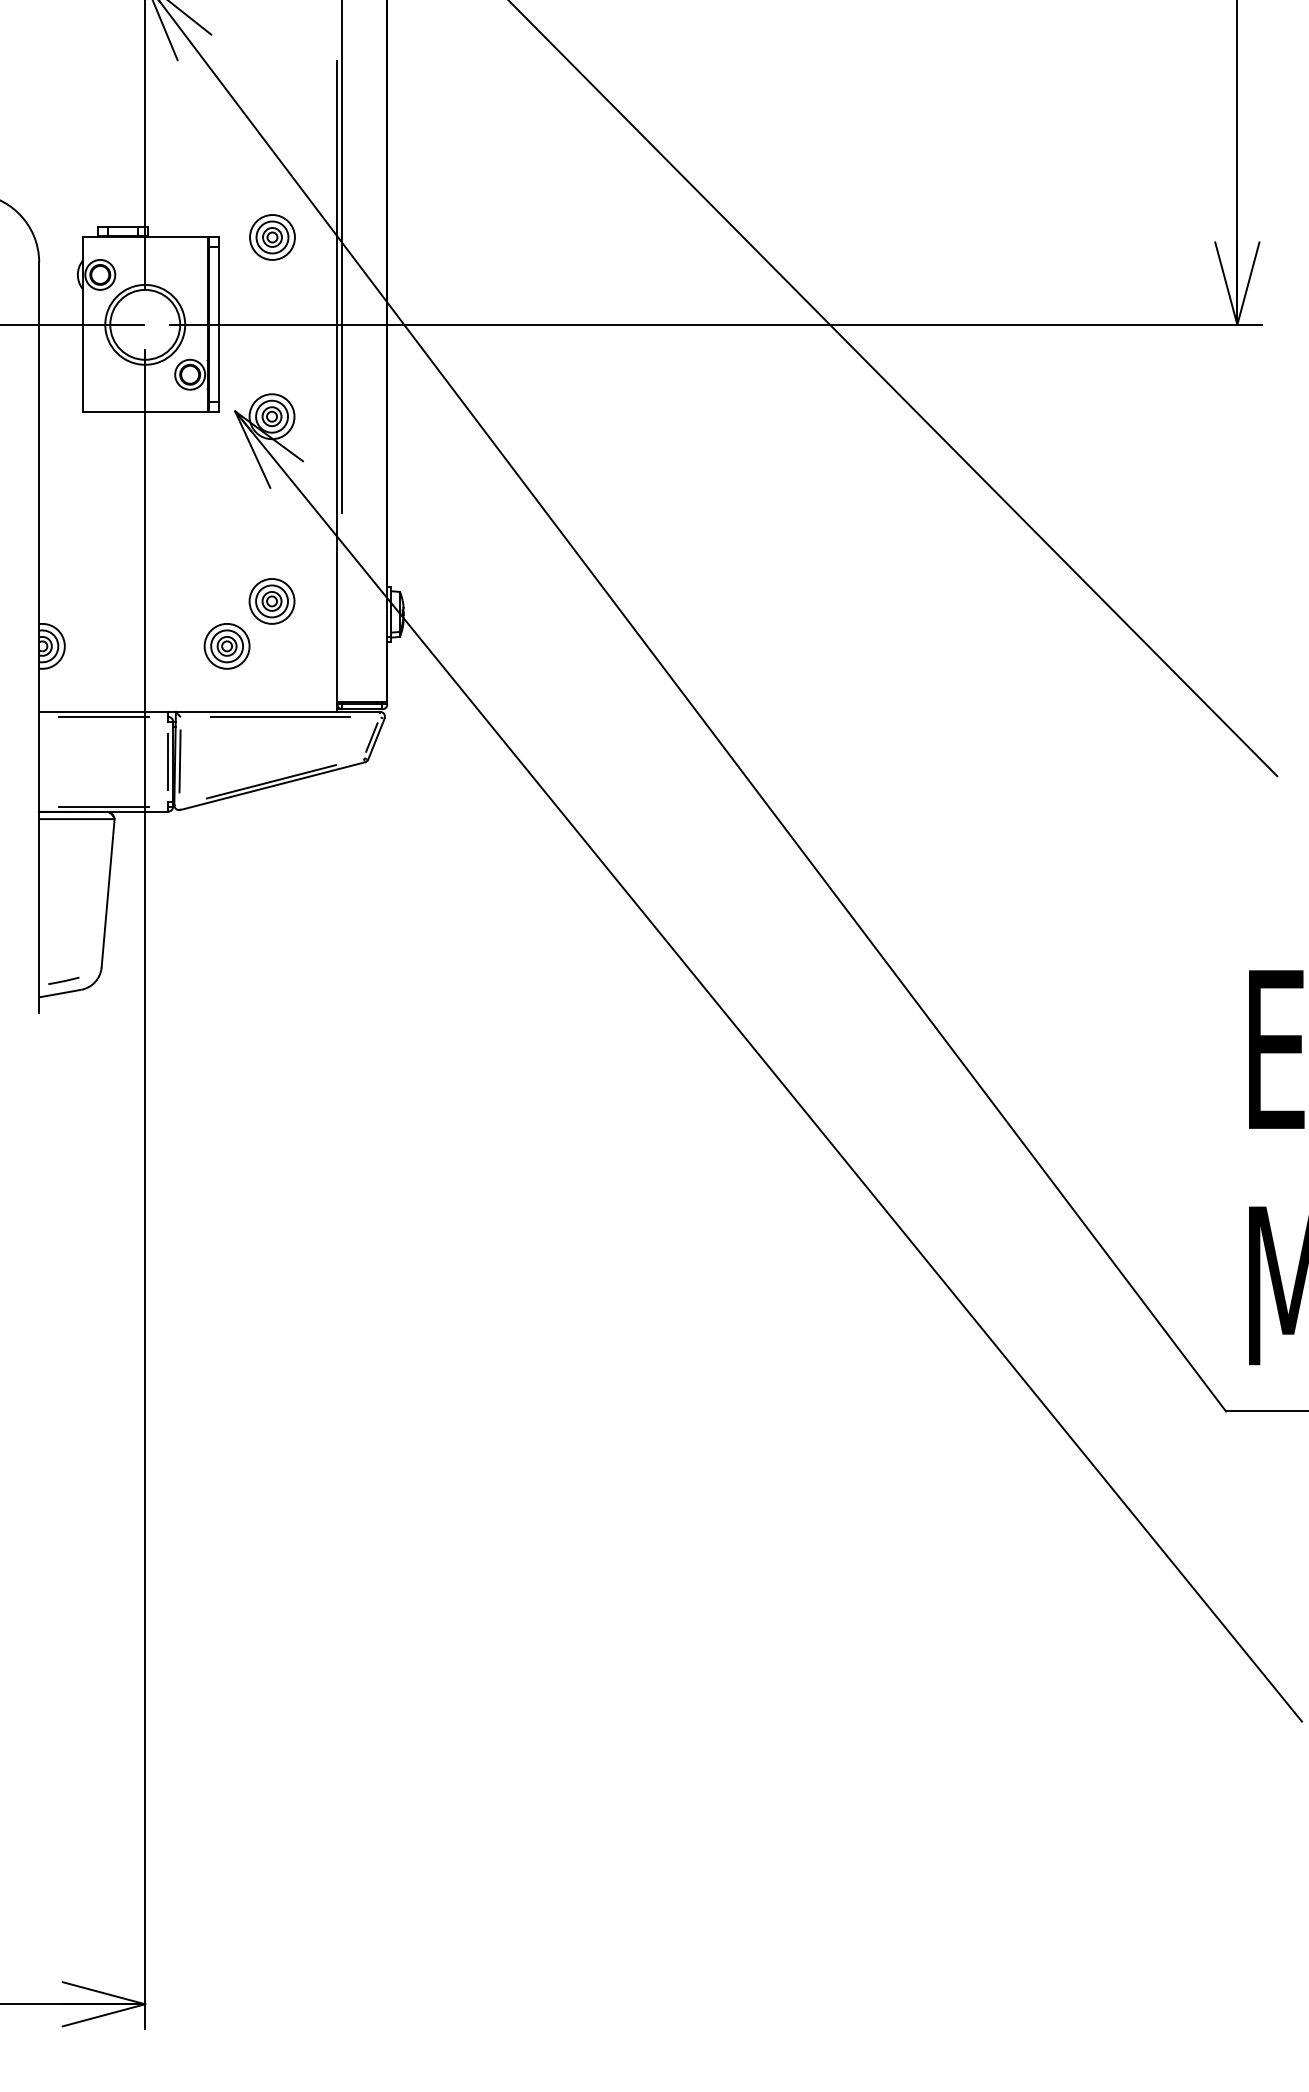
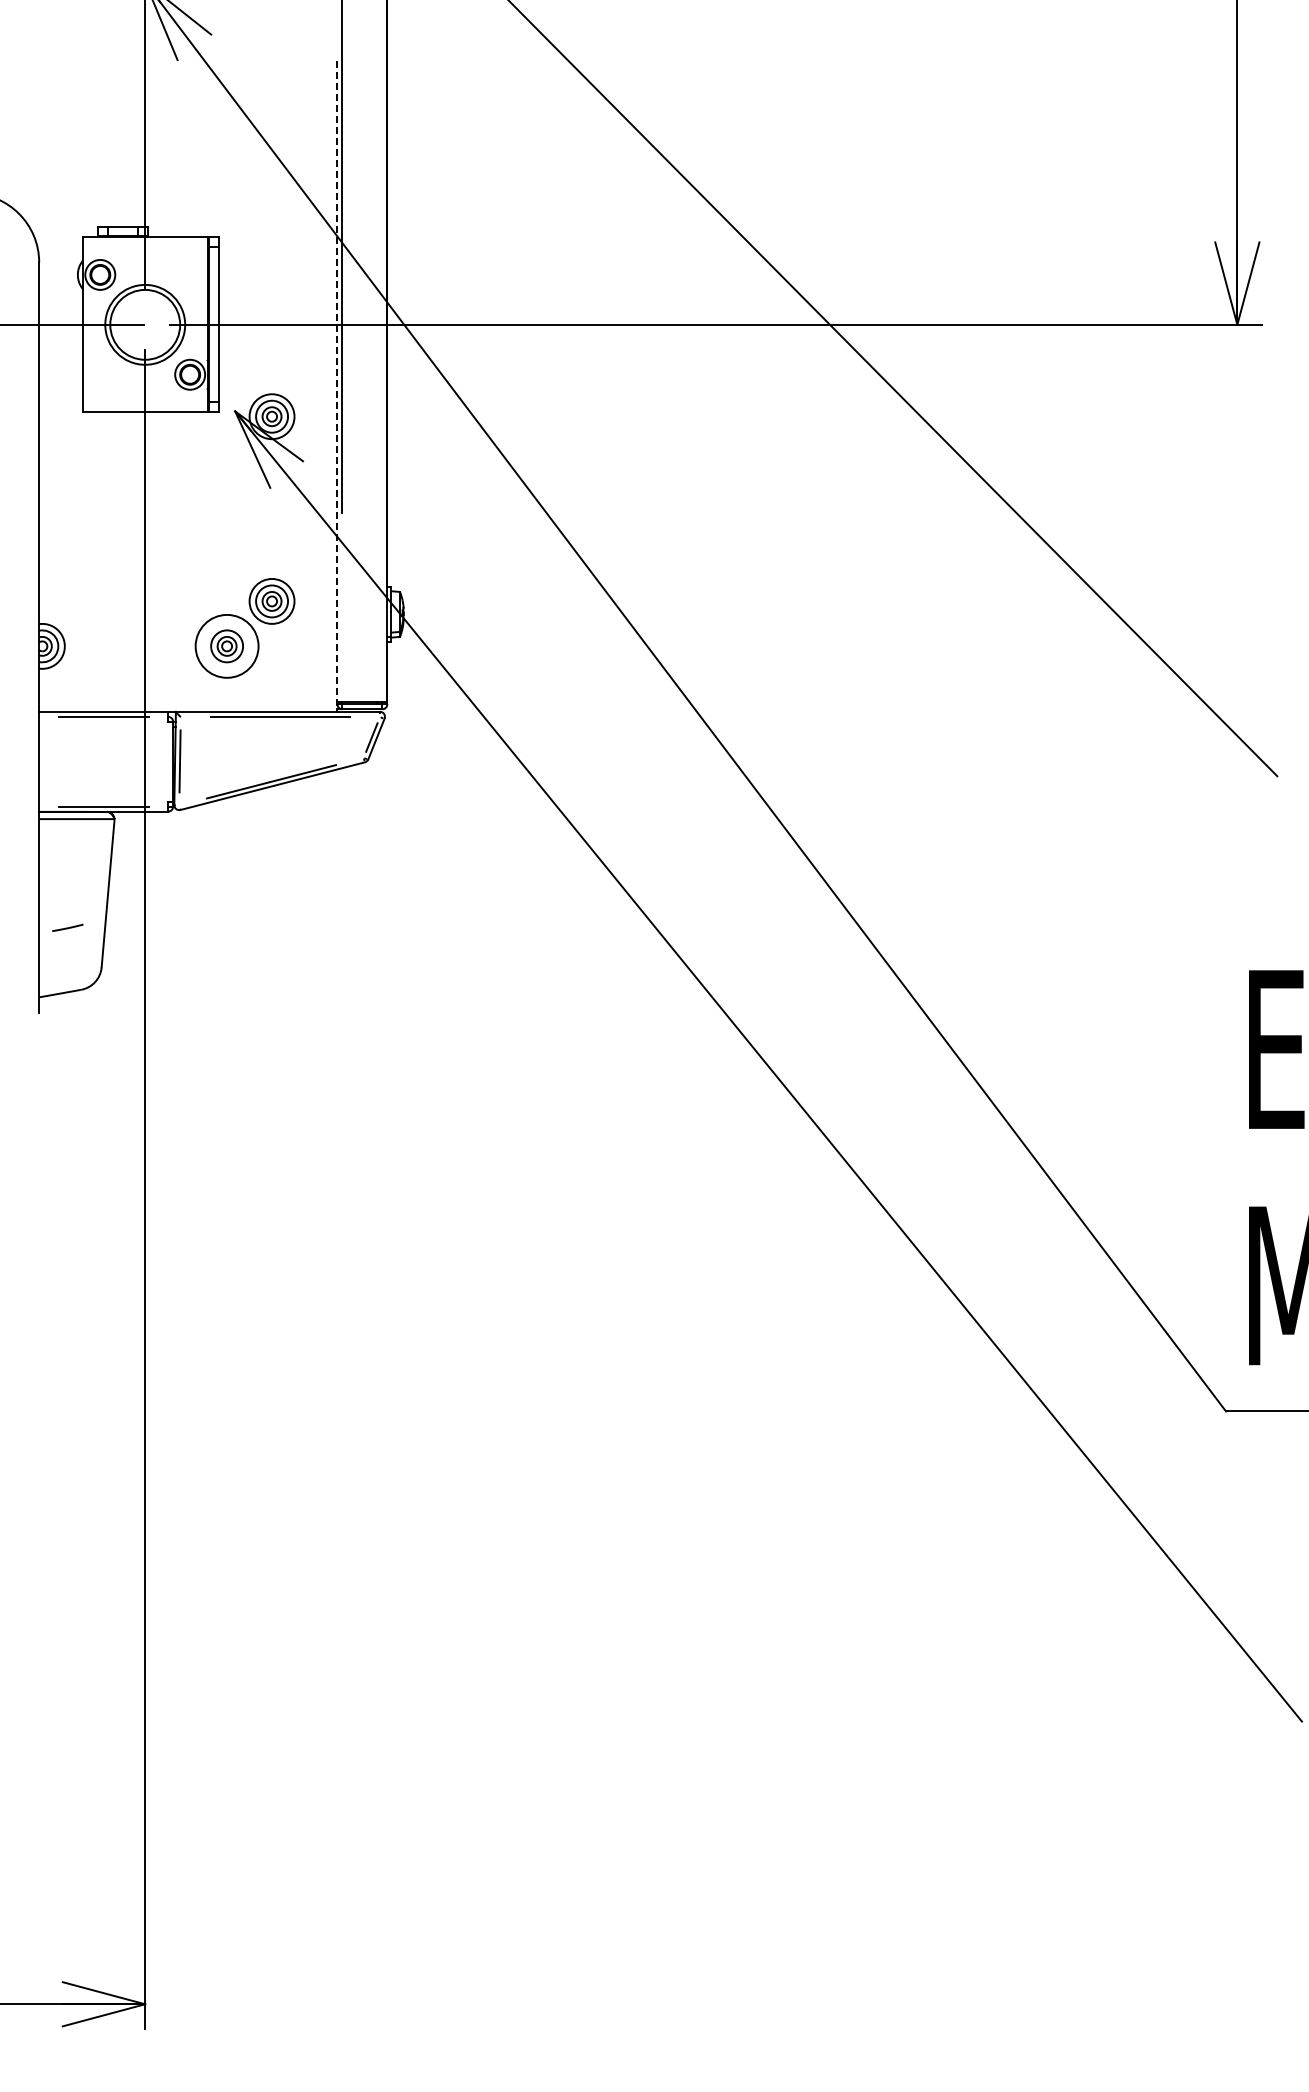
part at (272, 237): present -> none
line at (337, 387): solid -> dashed
circle at (226, 645) diameter: 45 px -> 63 px
line at (168, 761): present -> none
line at (63, 980) position: (63, 980) -> (67, 927)
